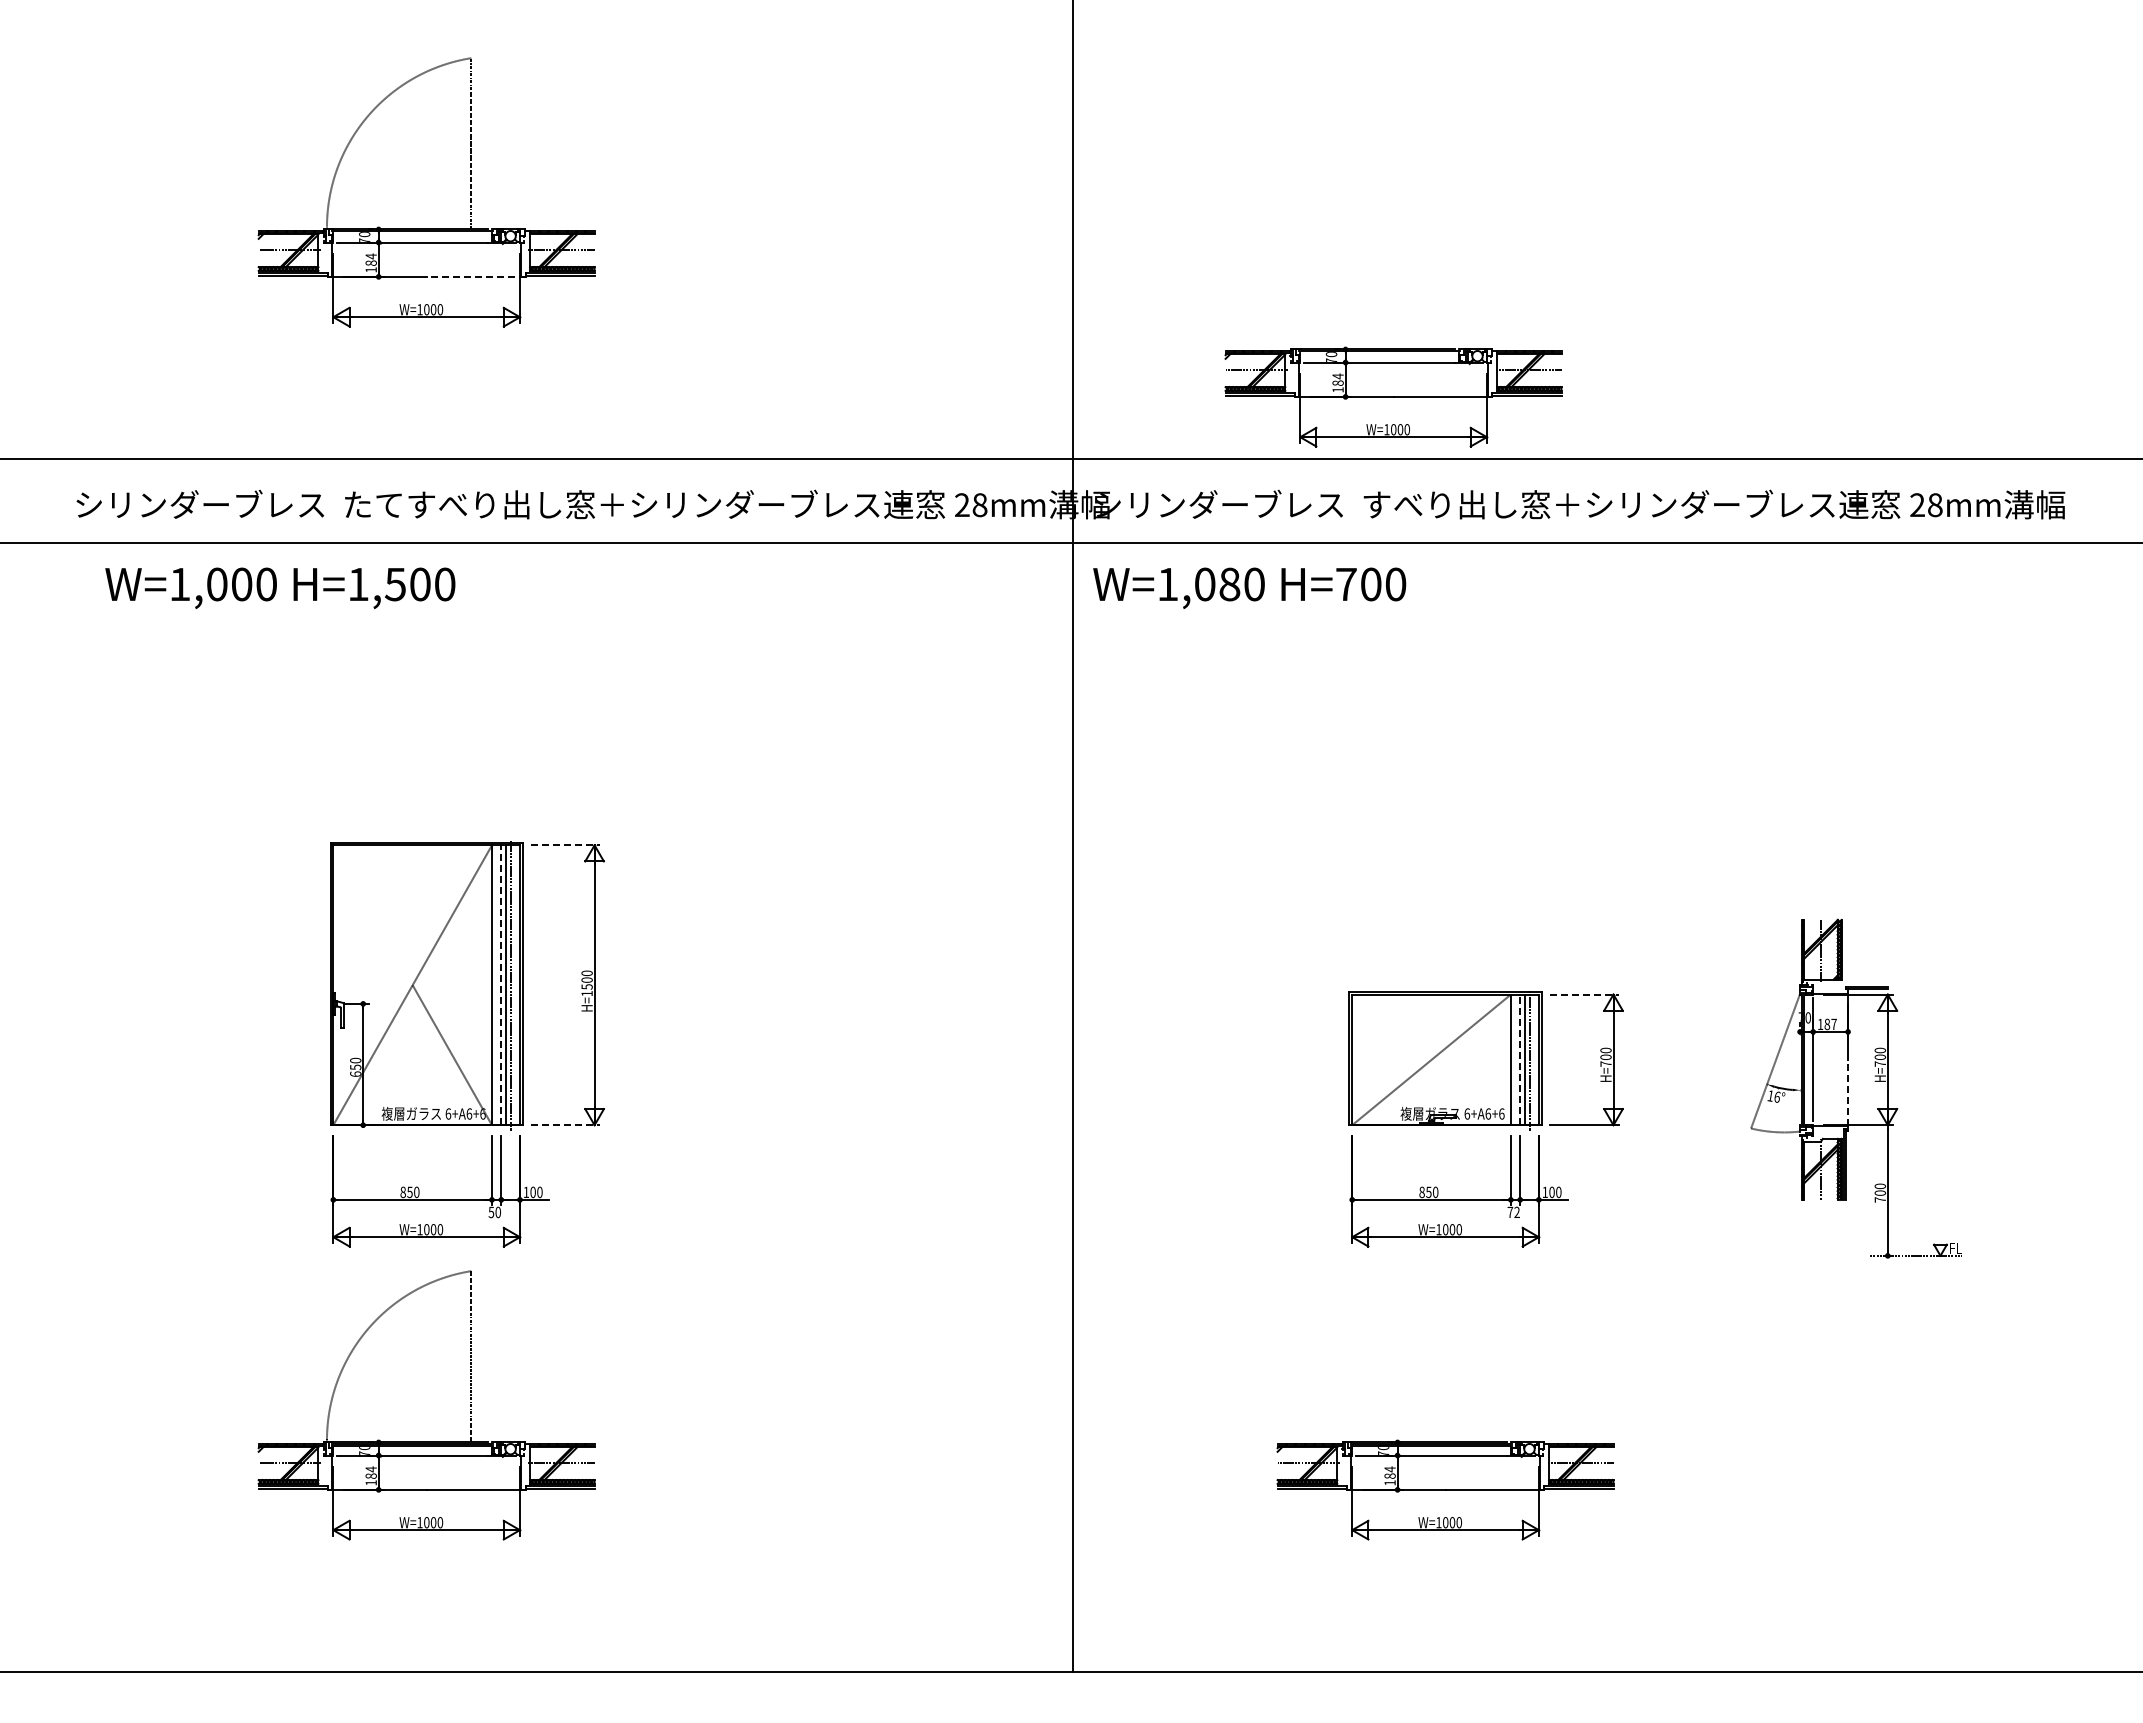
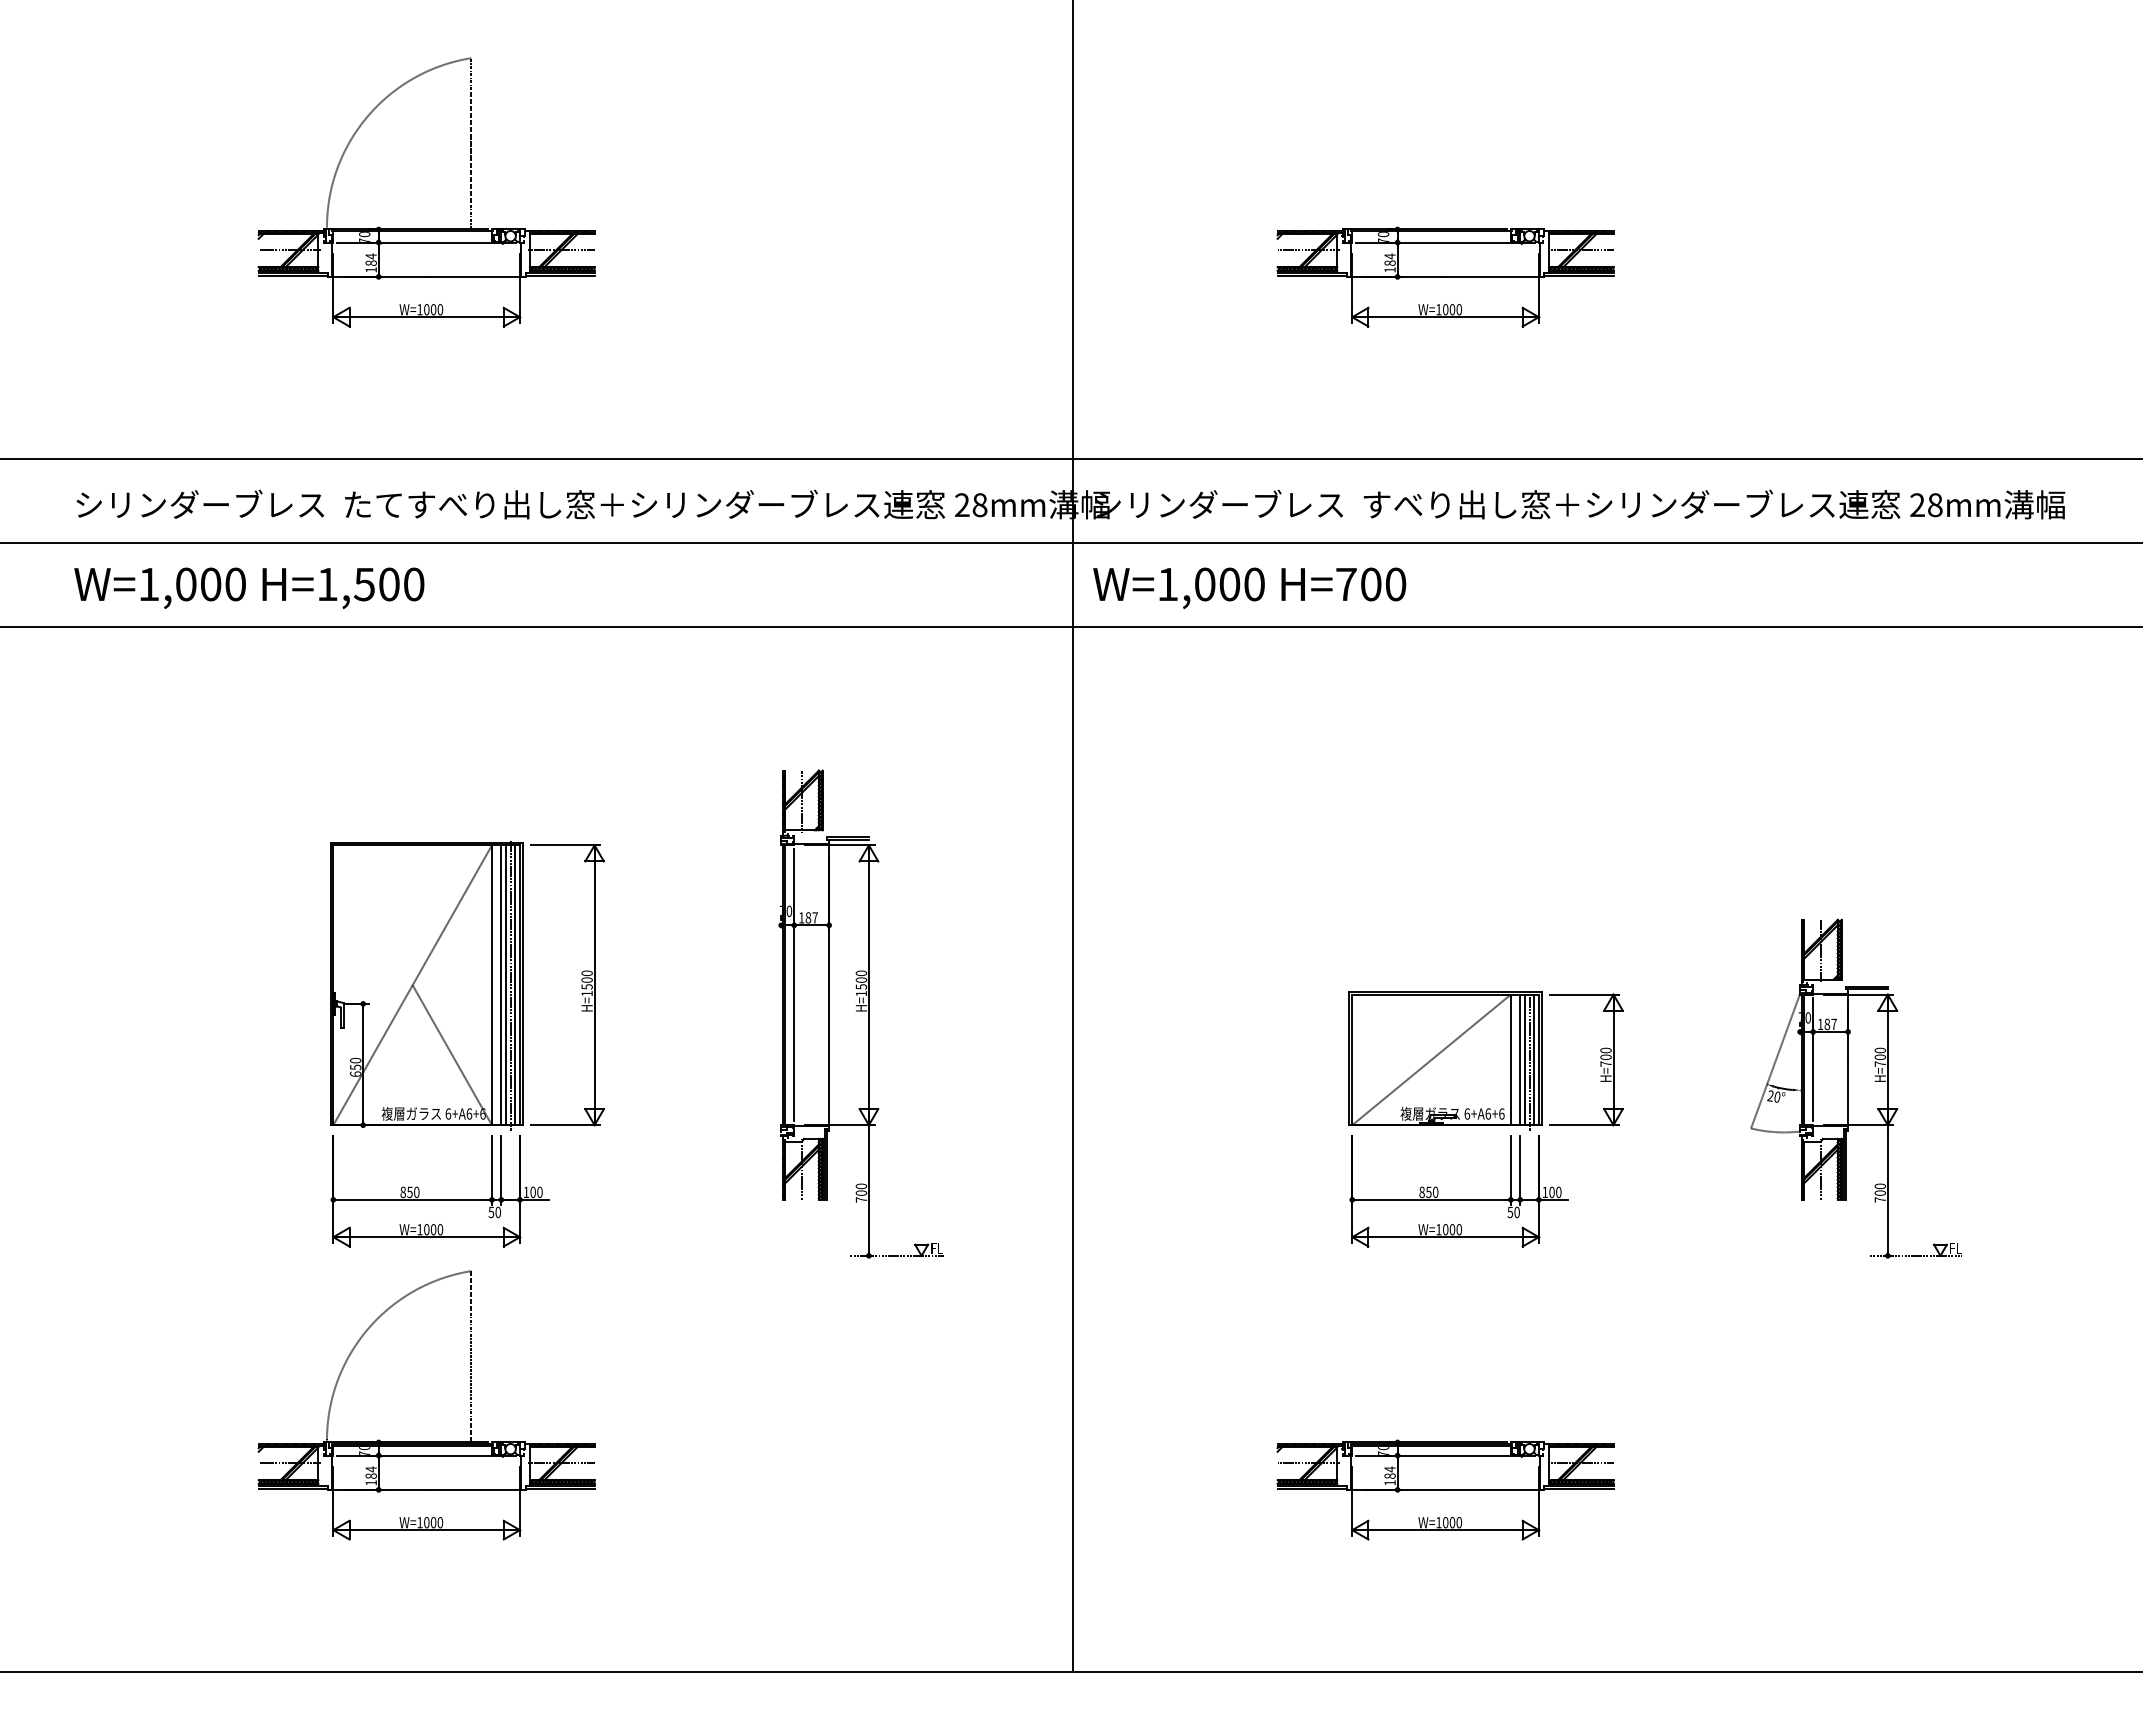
line at (475, 277): dashed -> solid
part at (1393, 396) position: (1393, 396) -> (1445, 276)
text at (1229, 584): W=1,080 -> W=1,000
text at (280, 588) position: (280, 588) -> (249, 588)
line at (1070, 626): none -> present
line at (565, 845): dashed -> solid
line at (501, 985): dashed -> solid
line at (515, 985): none -> present
line at (1584, 994): dashed -> solid
part at (860, 1013): none -> present
line at (1520, 1059): dashed -> solid
line at (1534, 1059): none -> present
line at (1847, 1092): dashed -> solid
text at (1773, 1096): 16° -> 20°
line at (565, 1125): dashed -> solid
text at (1513, 1212): 72 -> 50
